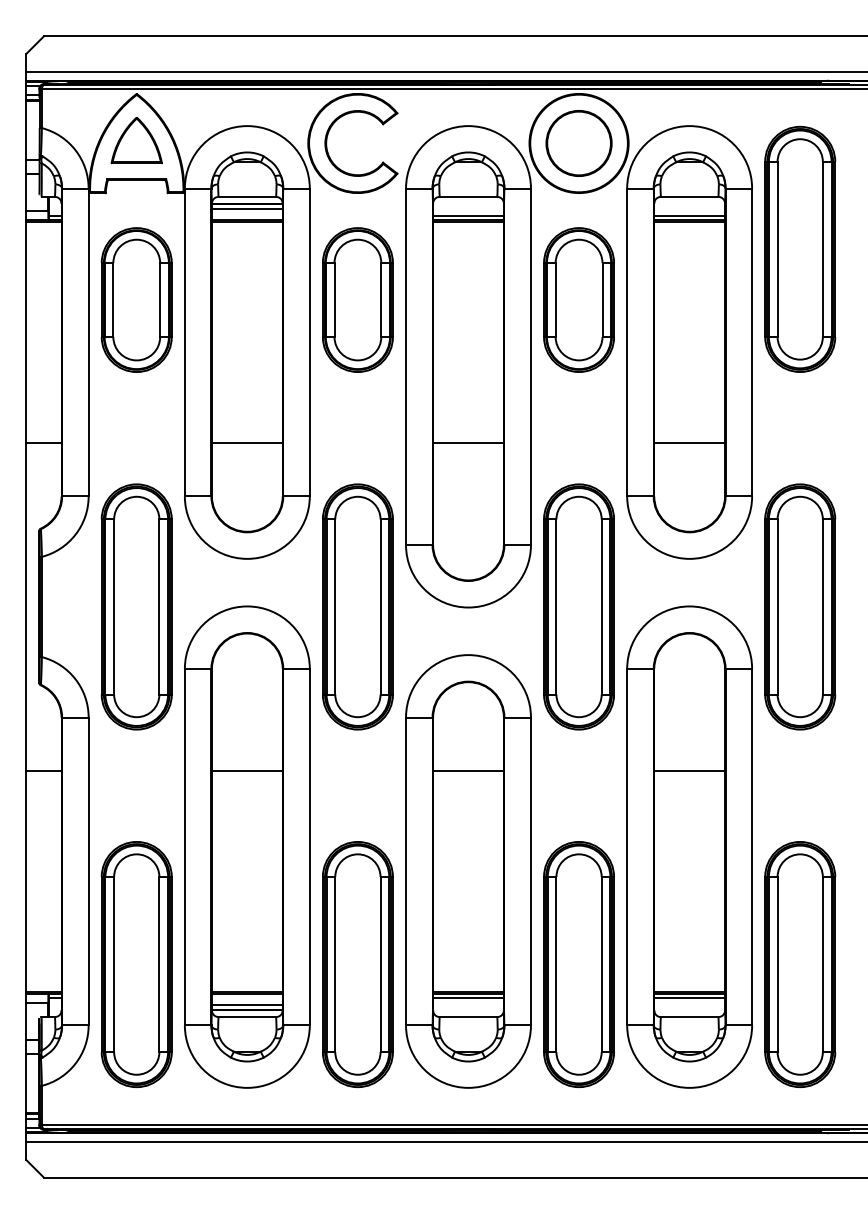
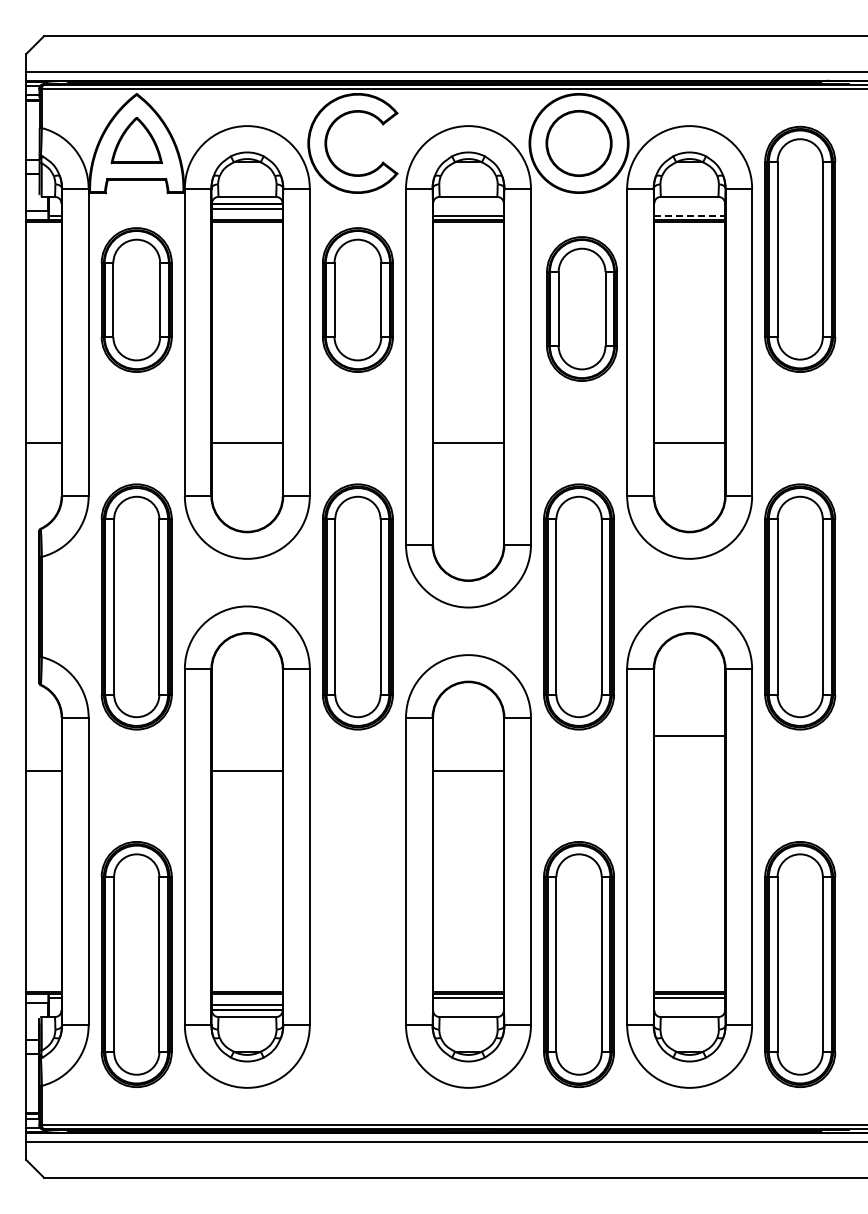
line at (690, 215): solid -> dashed
part at (578, 299) position: (578, 299) -> (581, 308)
line at (689, 770) position: (689, 770) -> (689, 735)
part at (357, 964): present -> none
